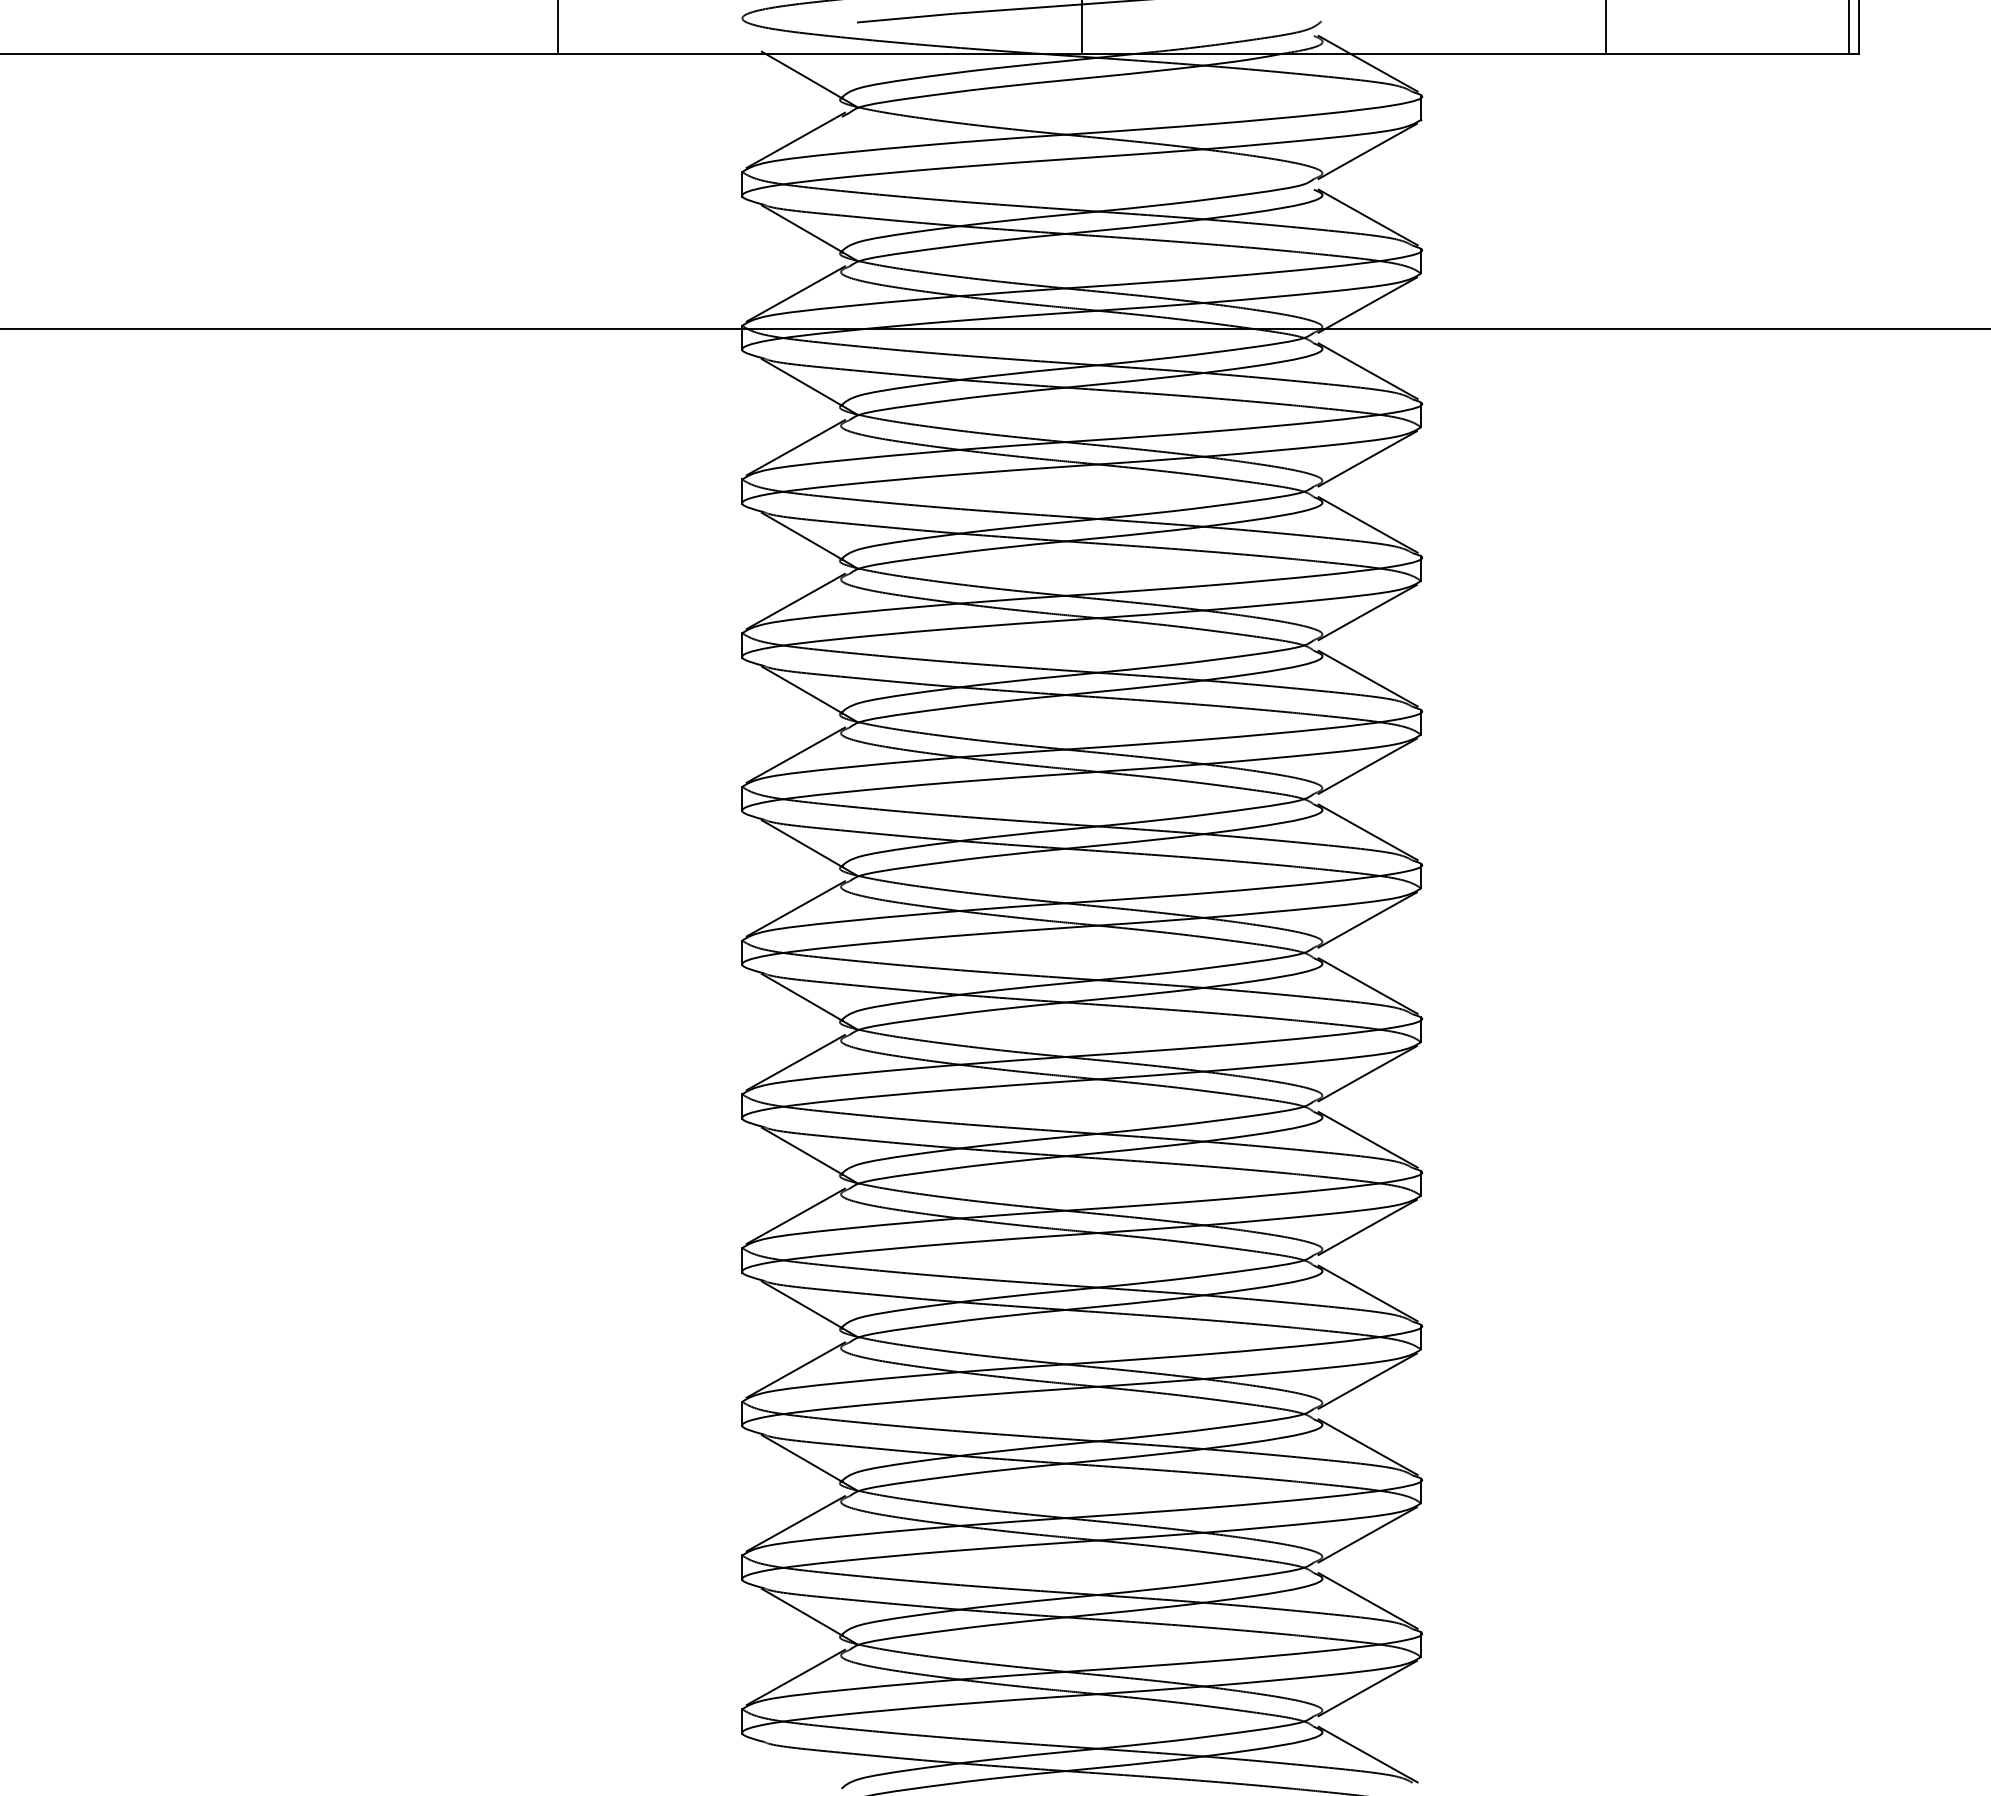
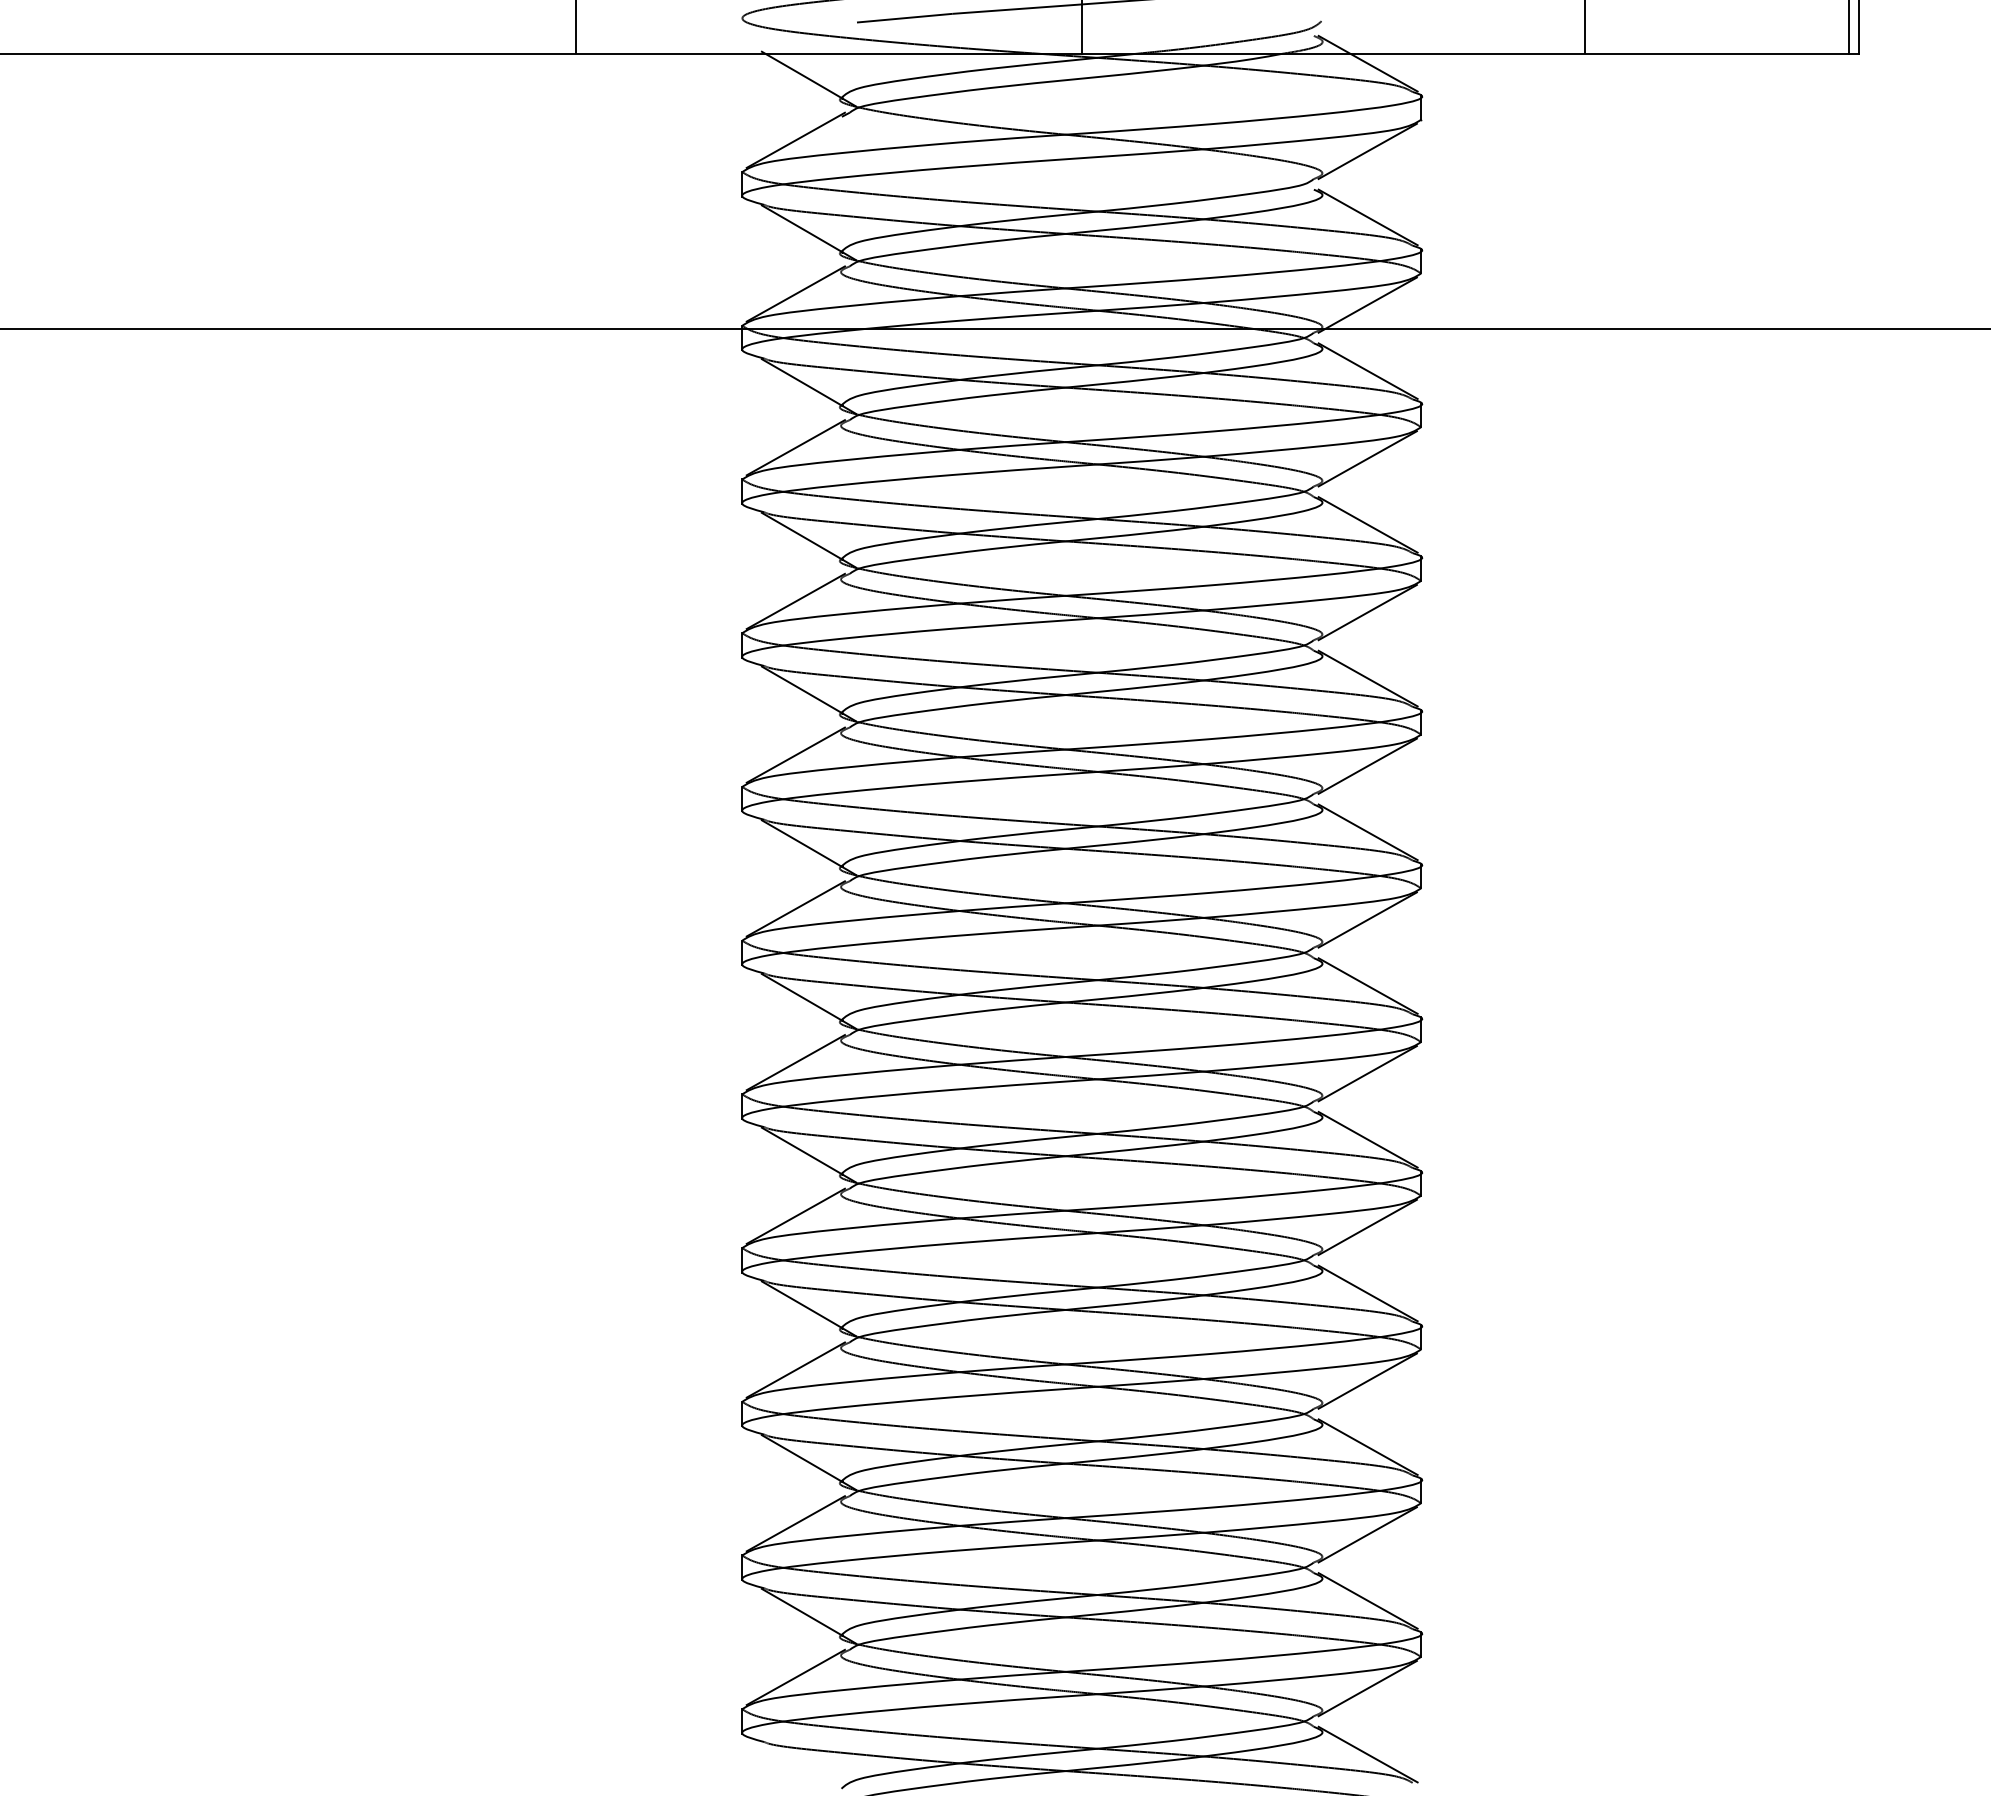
line at (557, 27) position: (557, 27) -> (575, 27)
line at (1605, 27) position: (1605, 27) -> (1584, 27)
